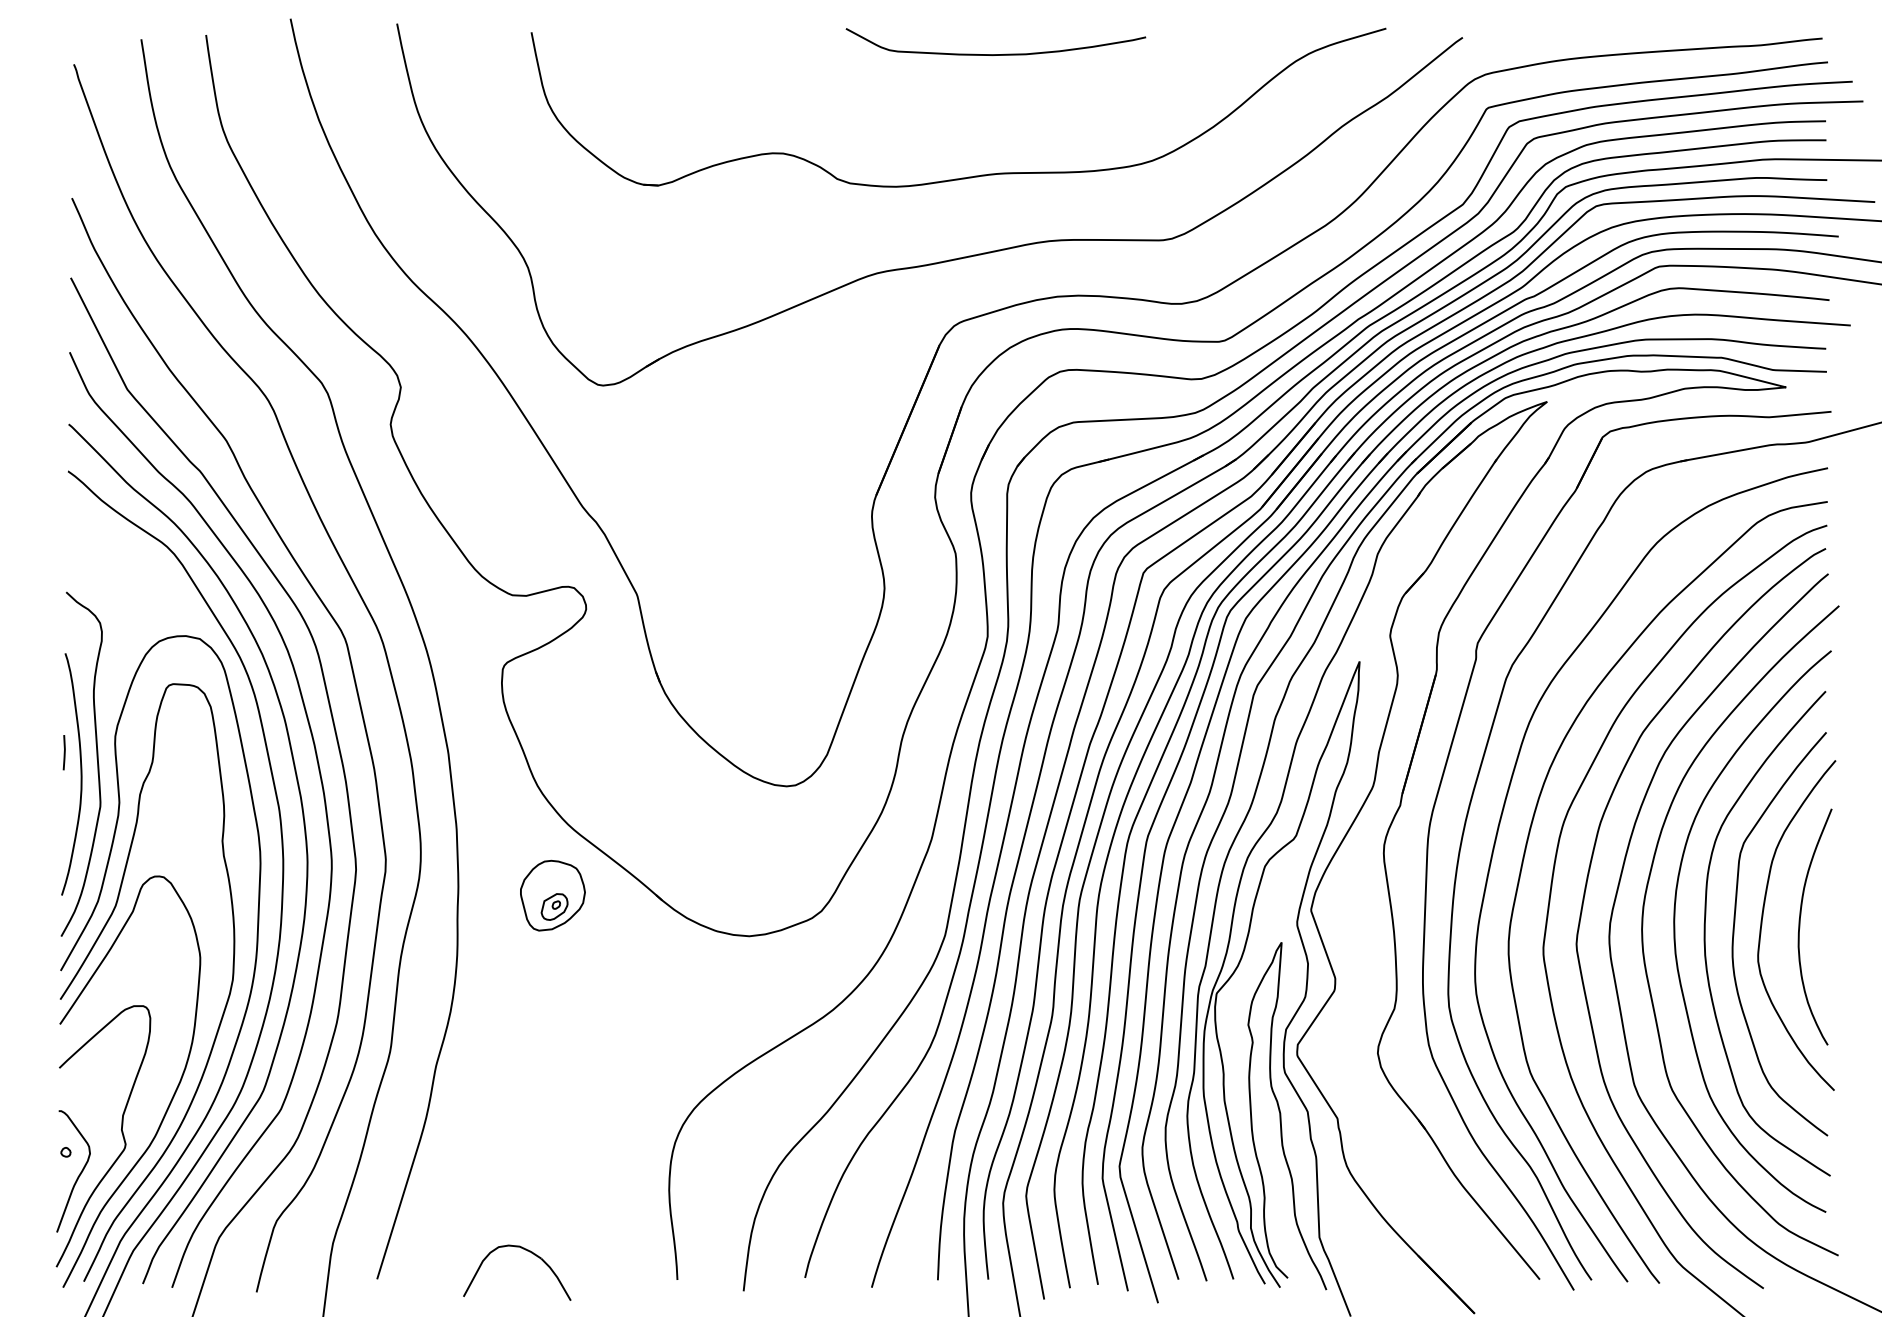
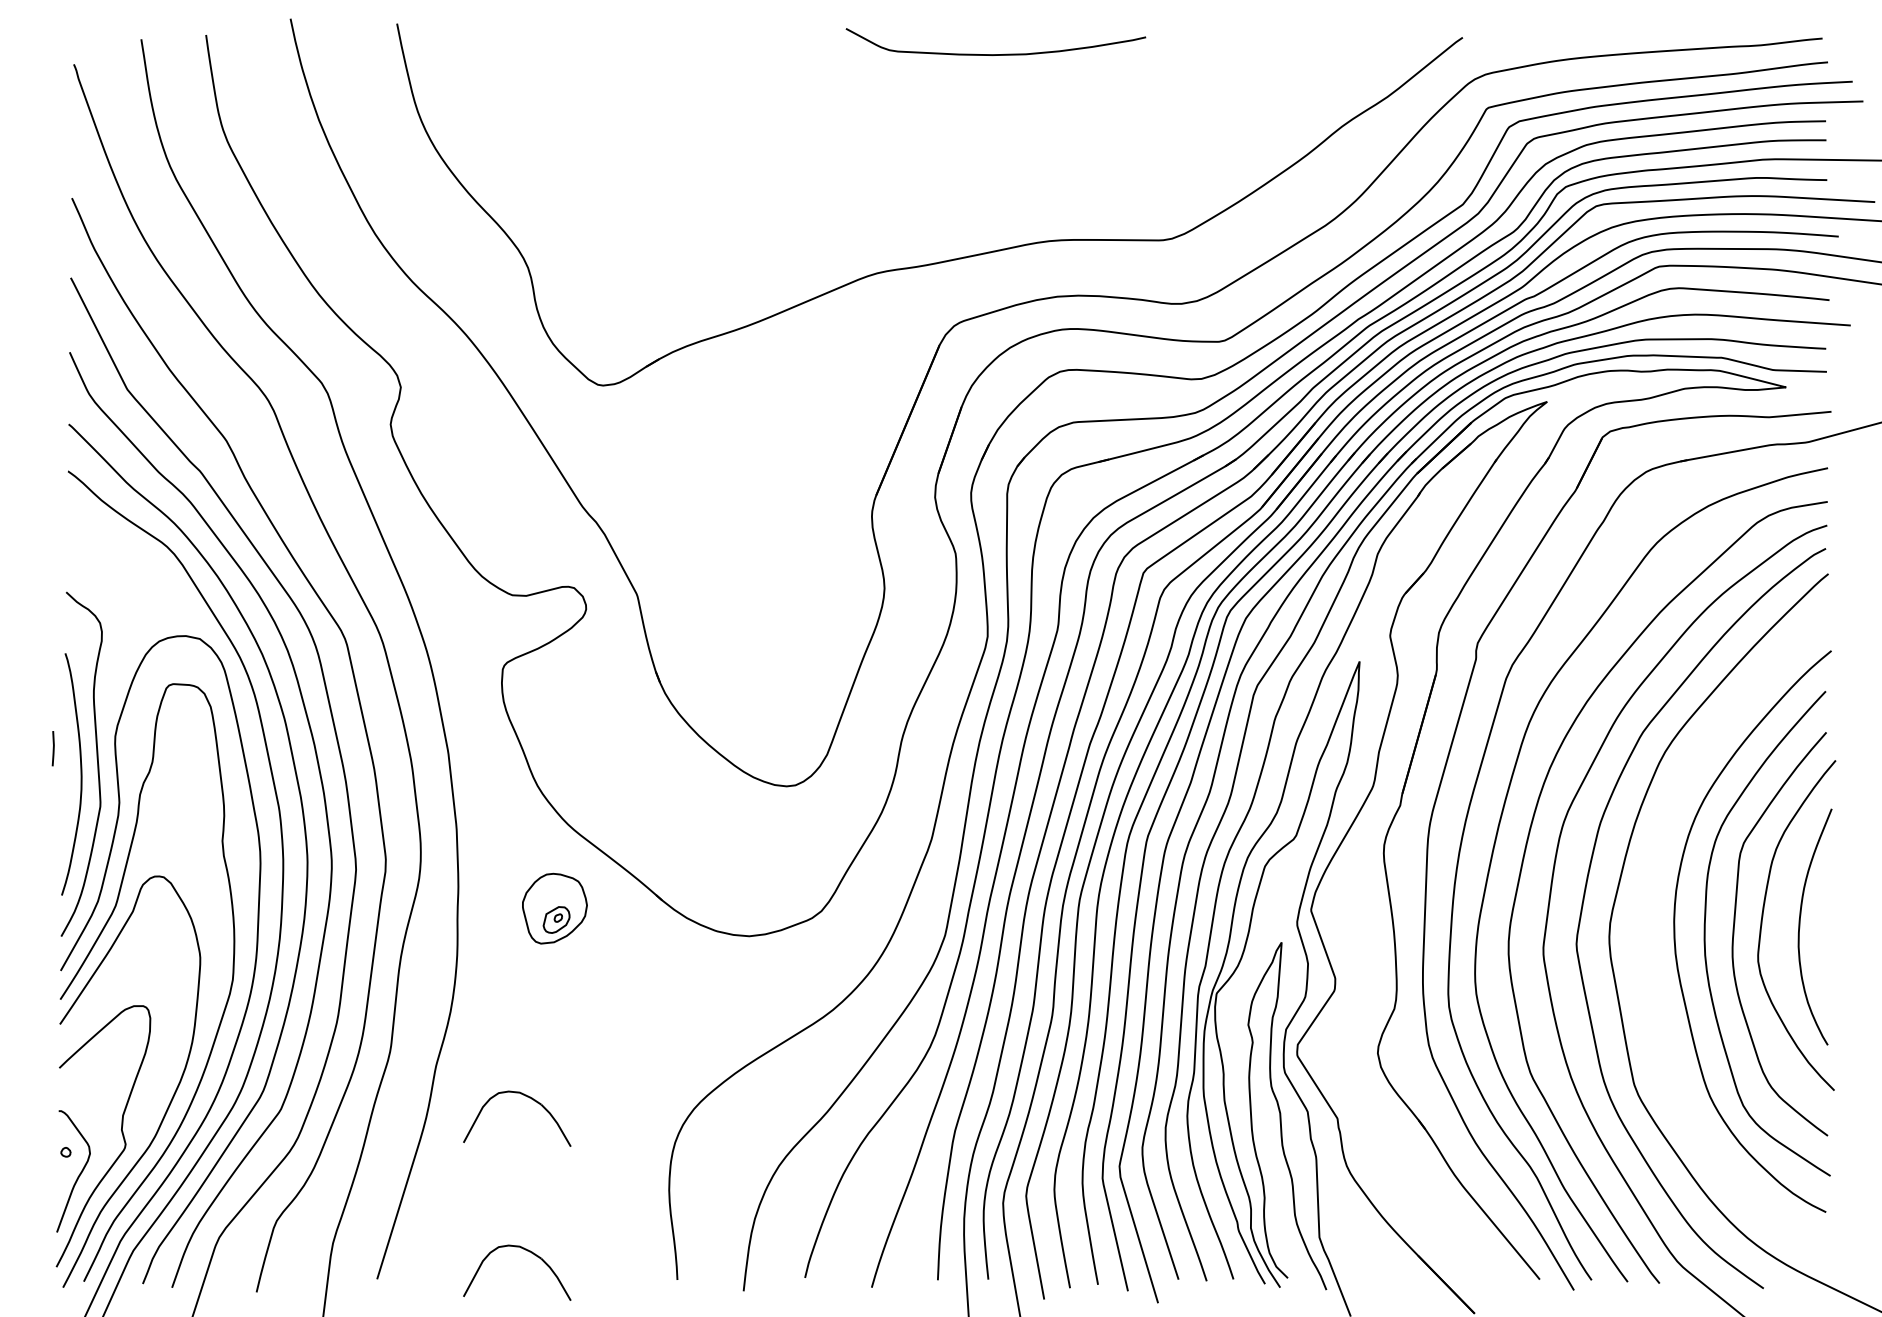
part at (968, 176): present -> none
line at (63, 752) position: (63, 752) -> (52, 748)
part at (552, 895) position: (552, 895) -> (554, 908)
curve at (1643, 933): present -> none
part at (527, 1097): none -> present
